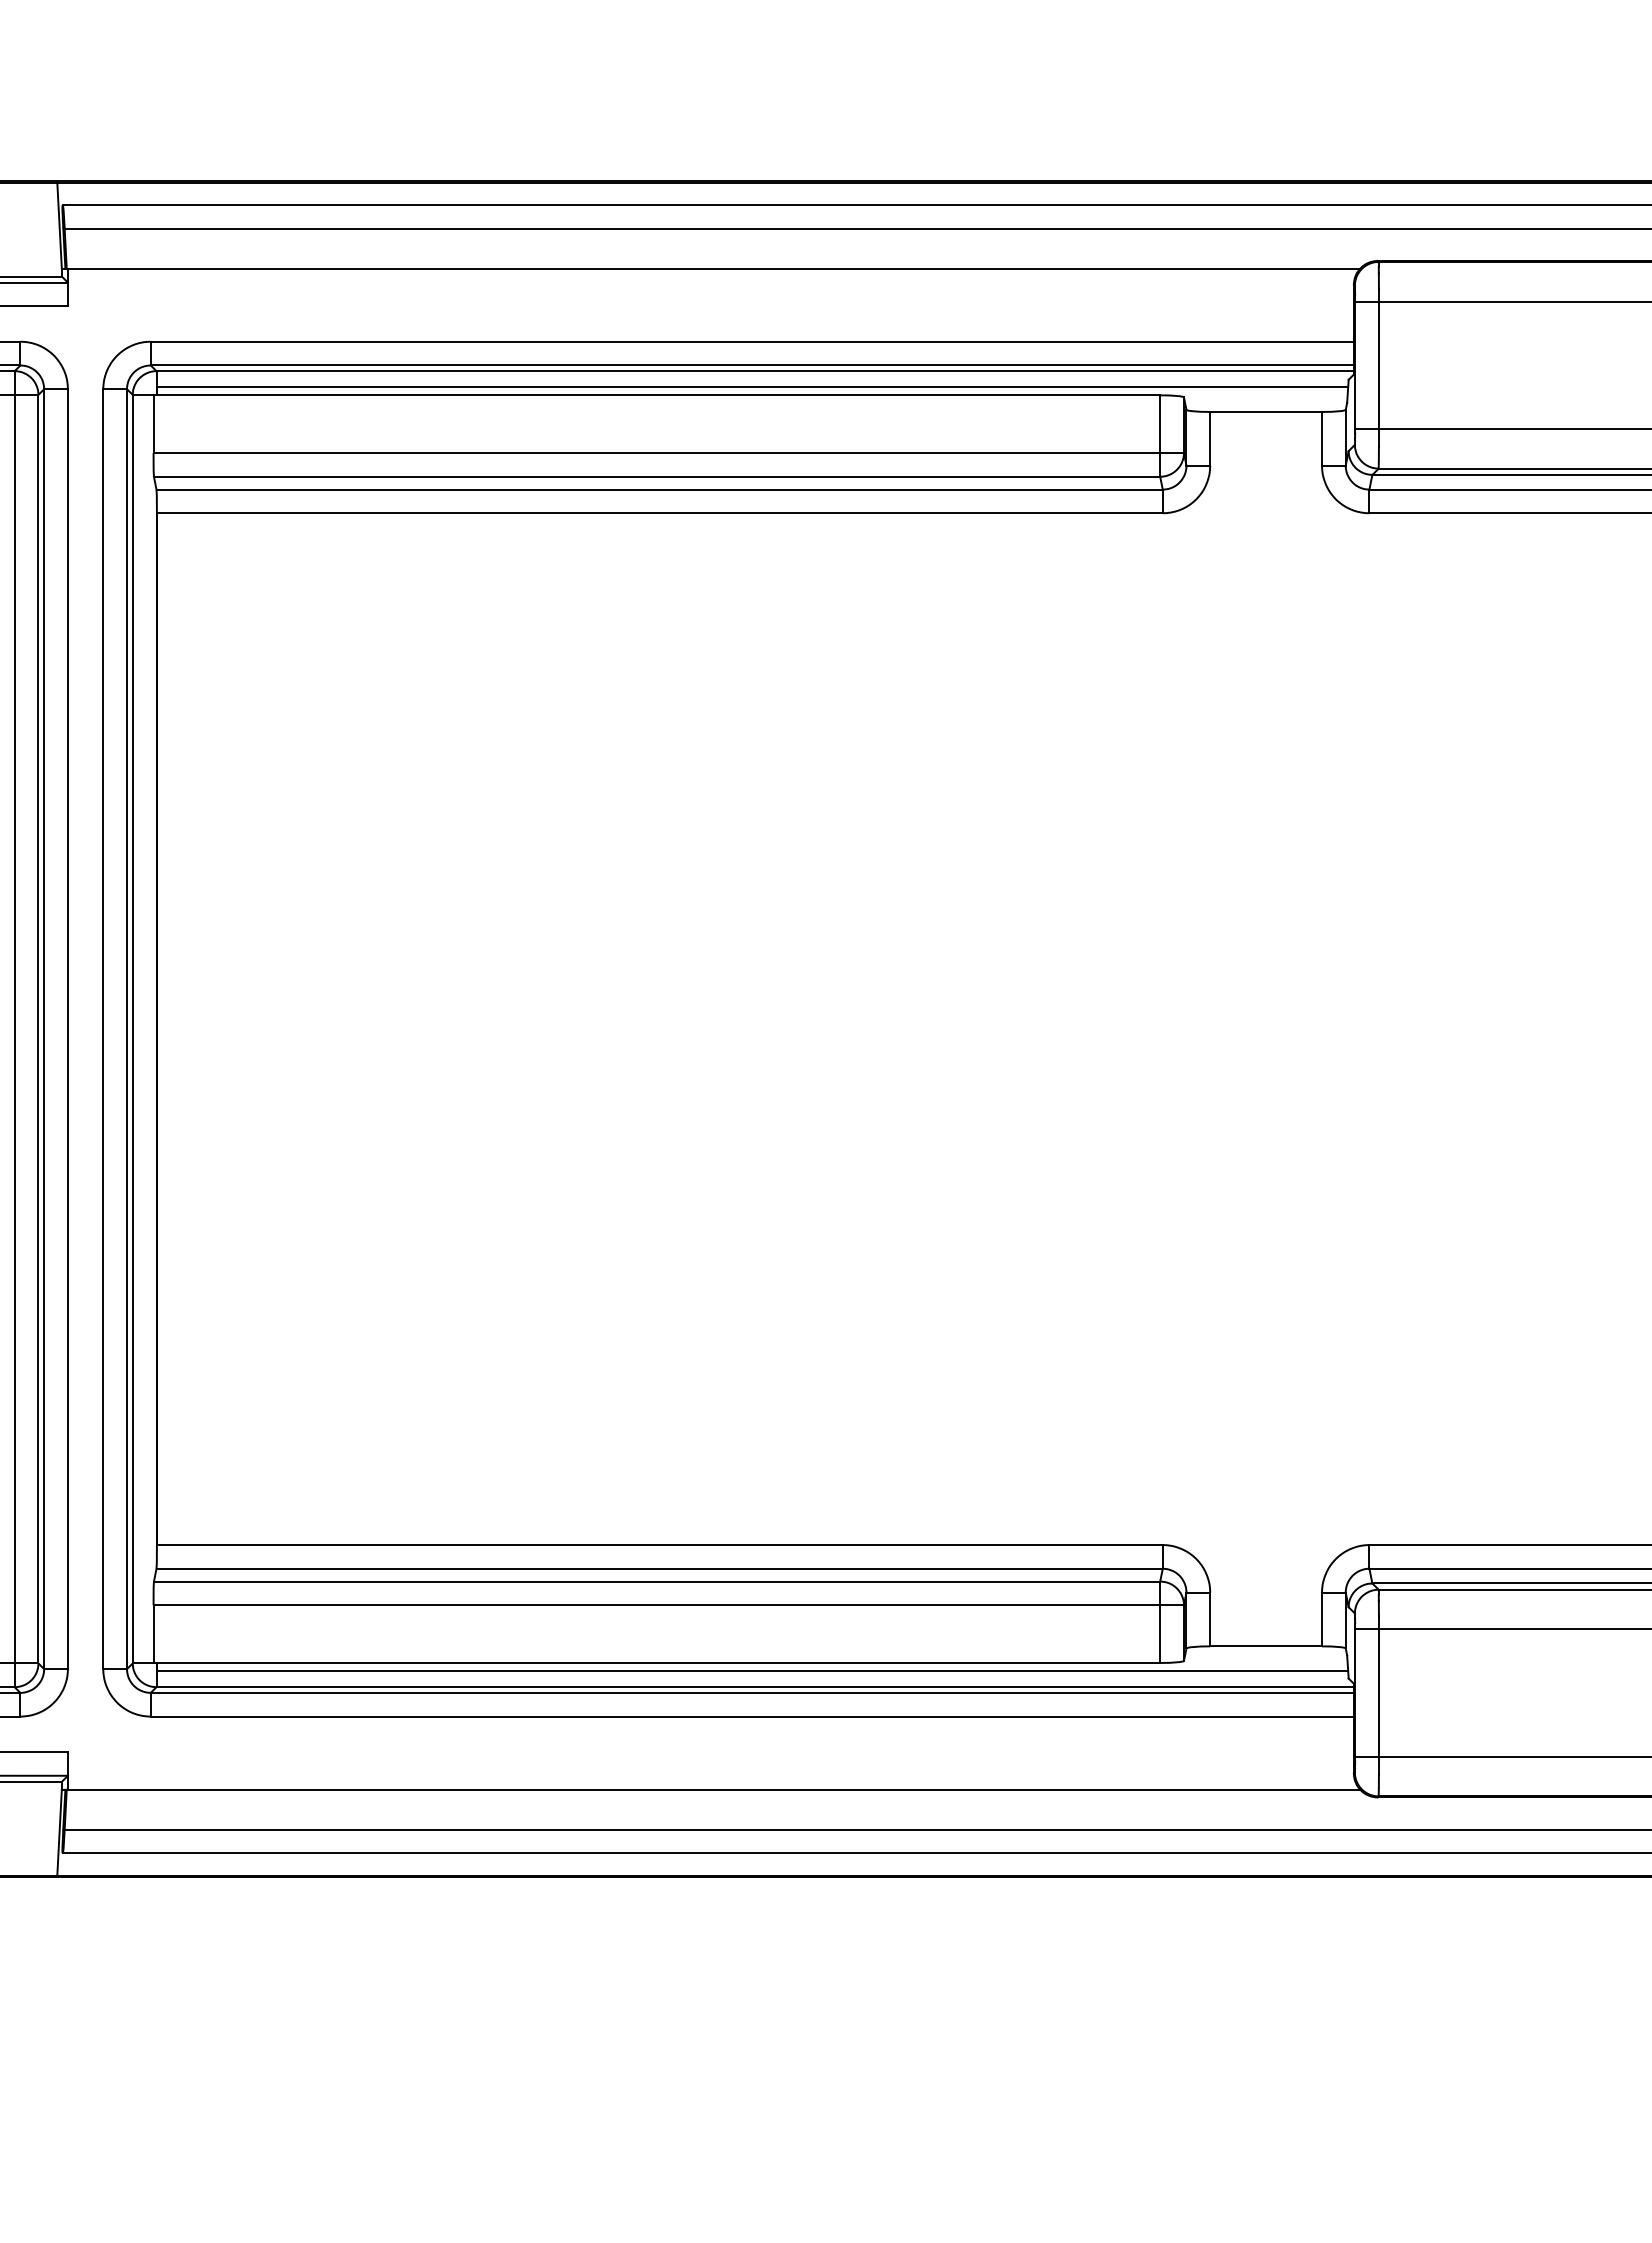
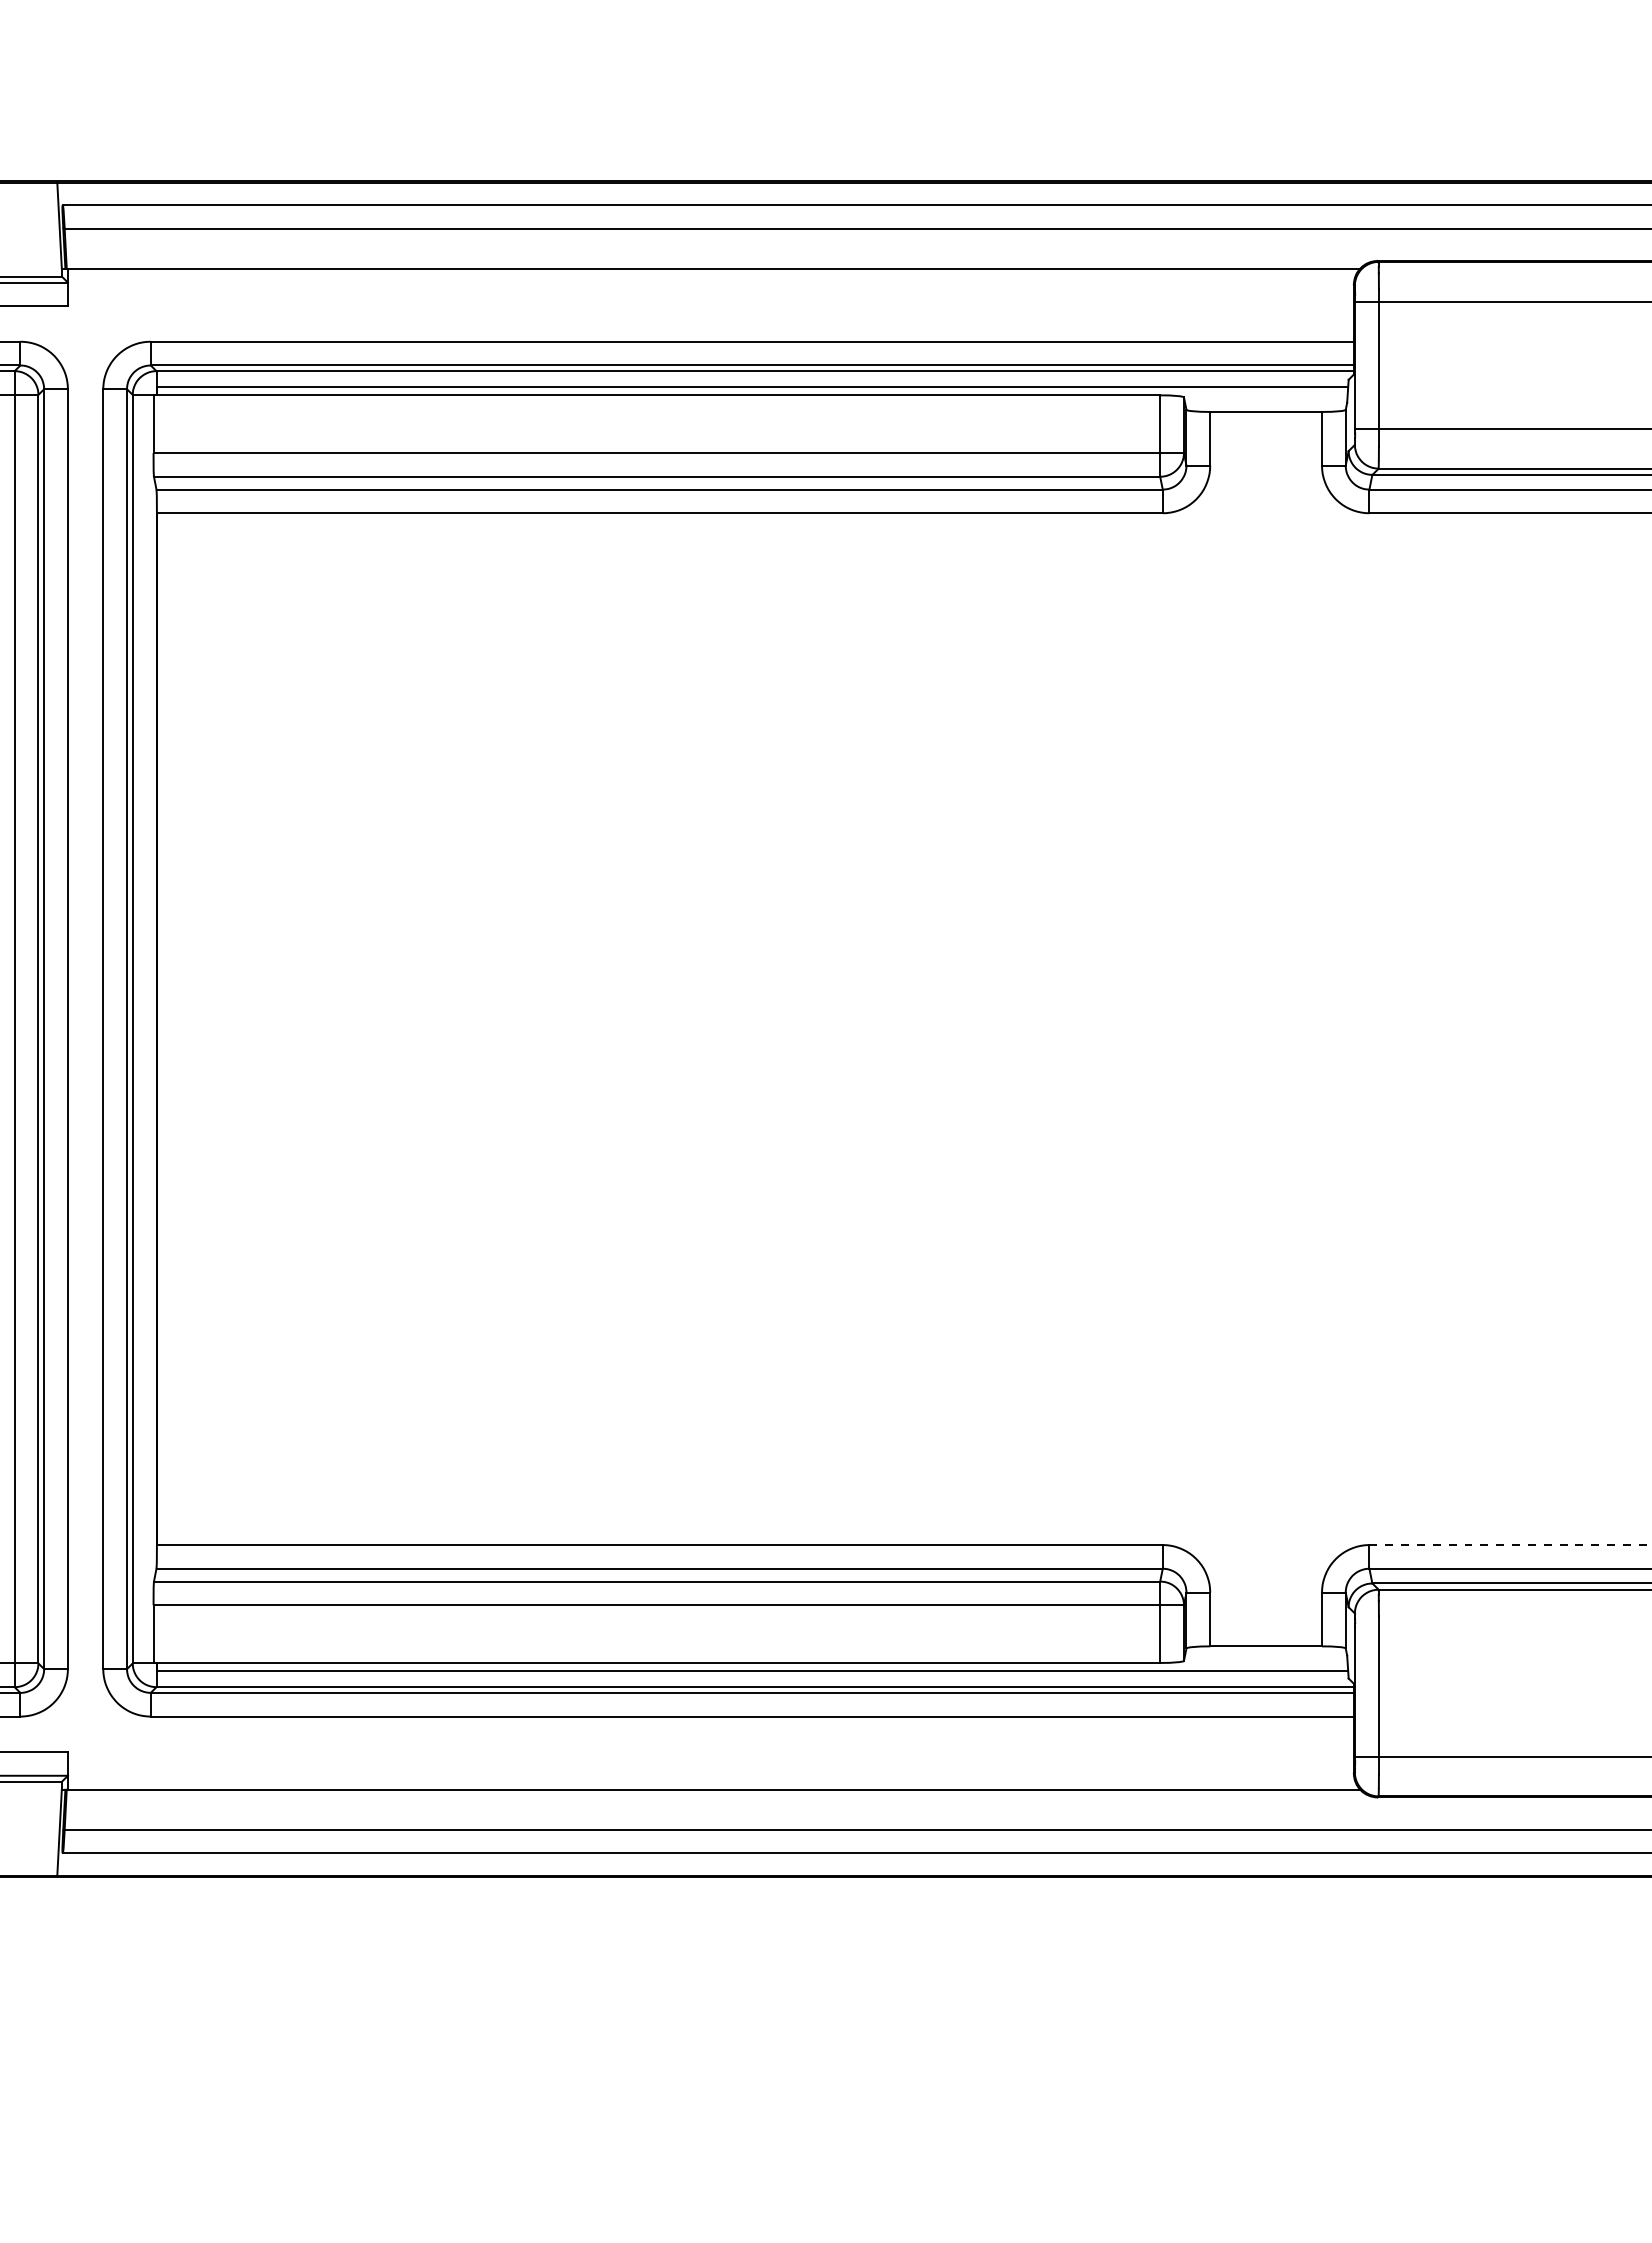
line at (1510, 1545): solid -> dashed
line at (1501, 1629): present -> none
